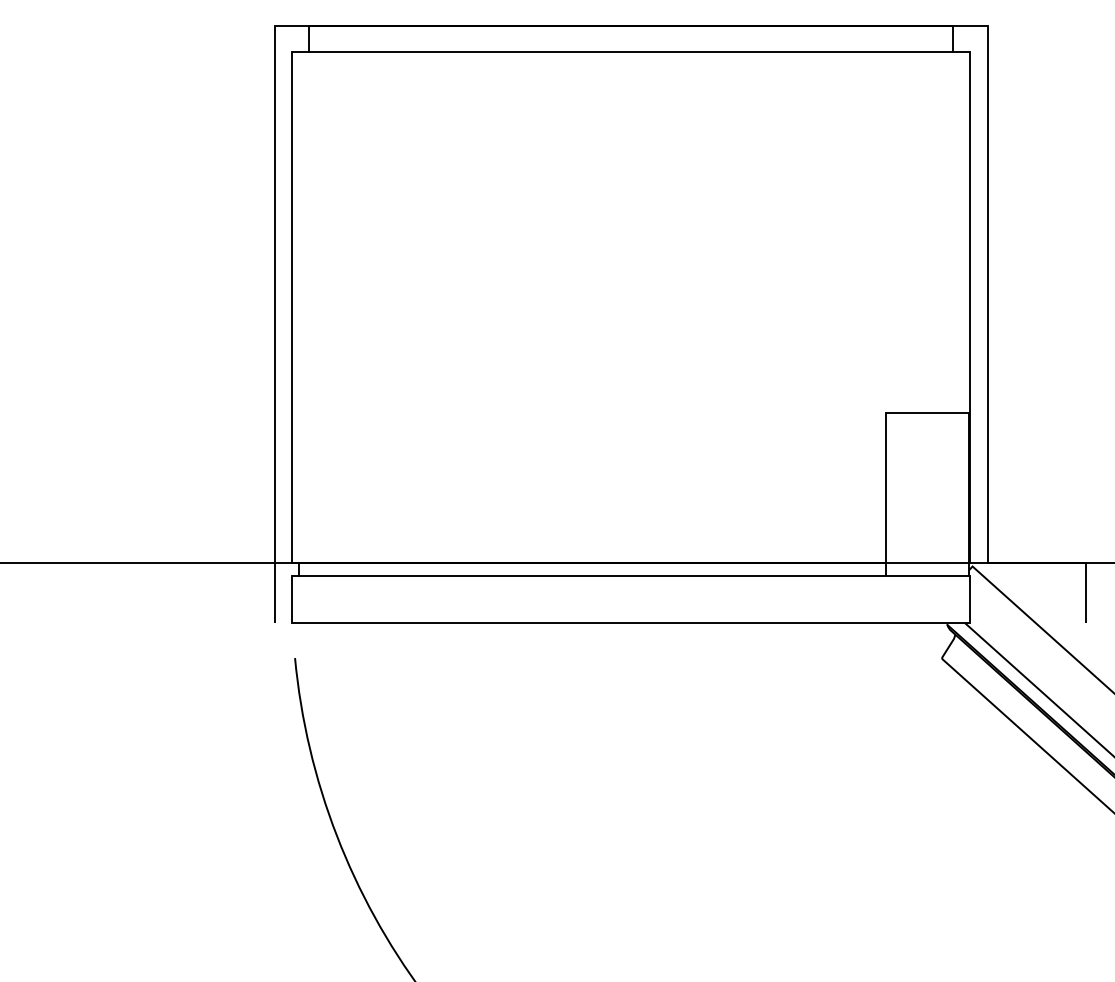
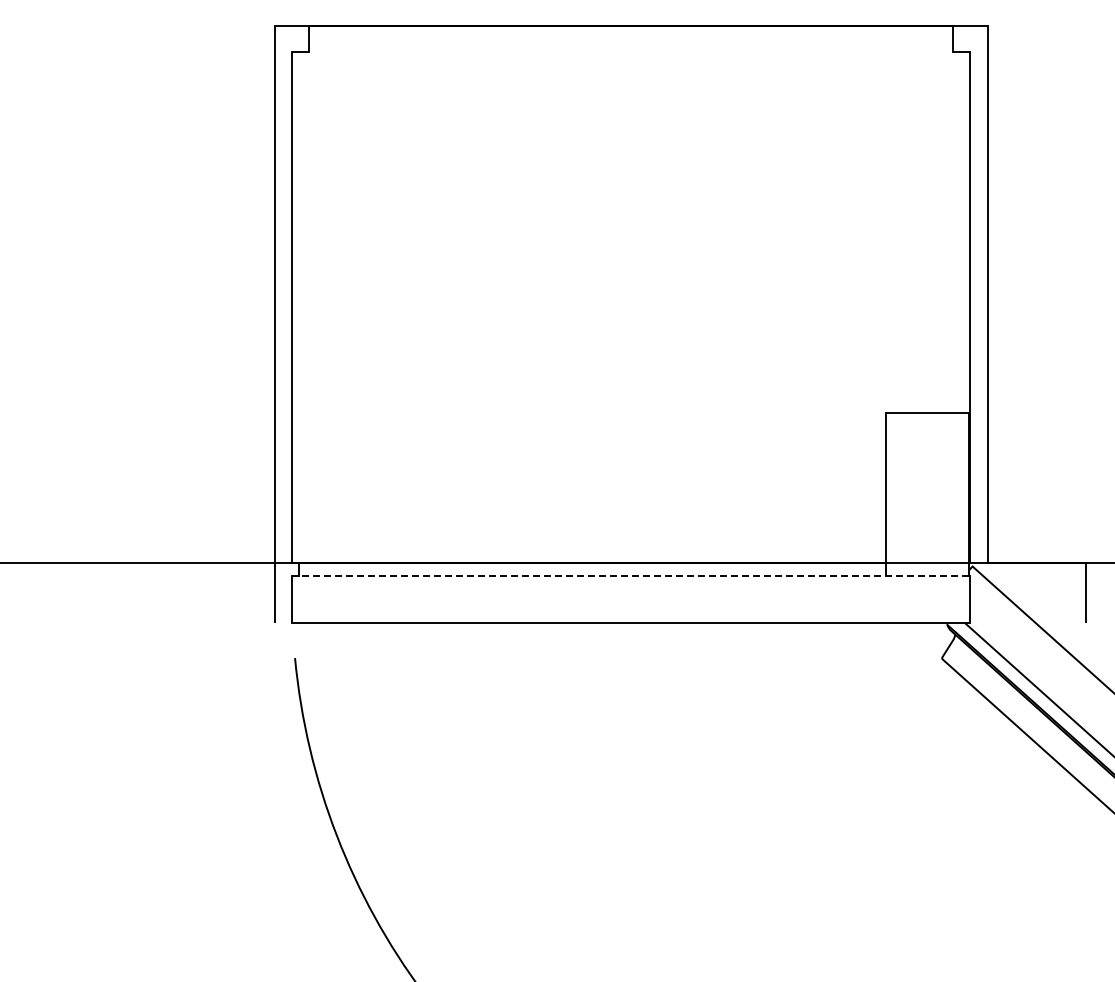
line at (631, 51): present -> none
line at (633, 575): solid -> dashed
